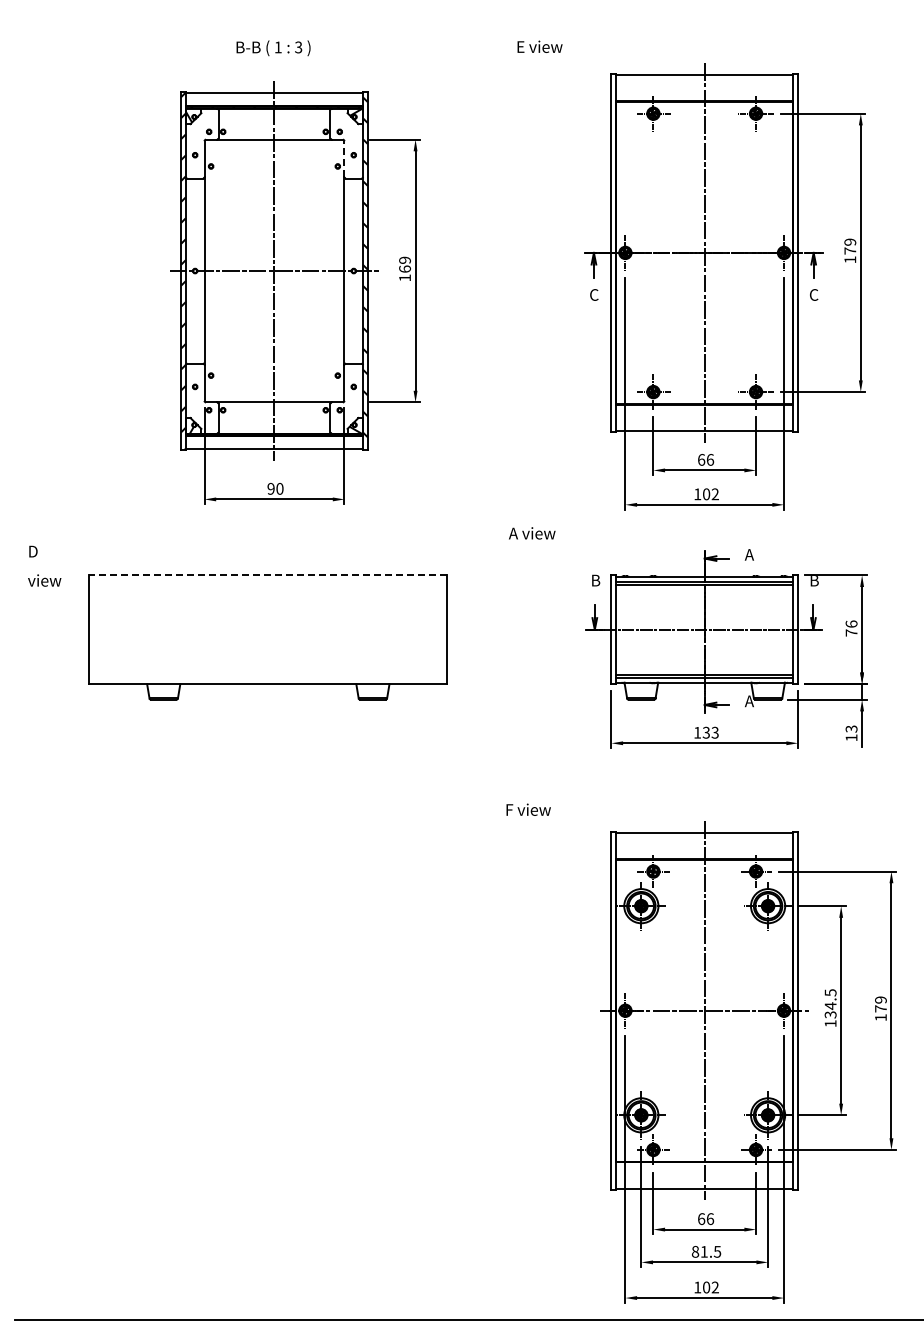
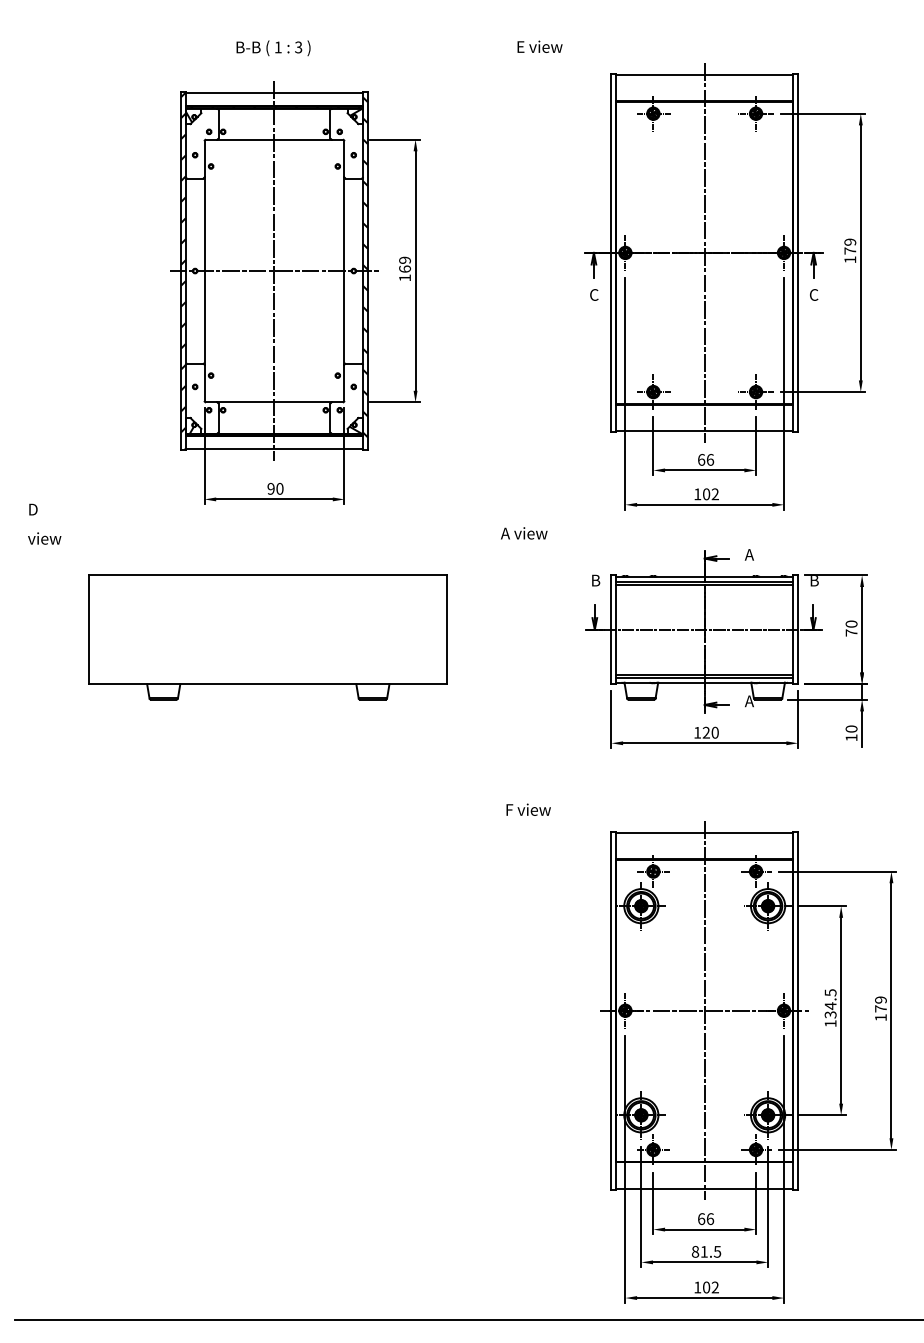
line at (344, 159): dashed -> solid
text at (532, 533) position: (532, 533) -> (524, 533)
text at (44, 565) position: (44, 565) -> (44, 523)
line at (268, 575): dashed -> solid
text at (851, 623): 76 -> 70
text at (851, 728): 13 -> 10
text at (710, 732): 133 -> 120
